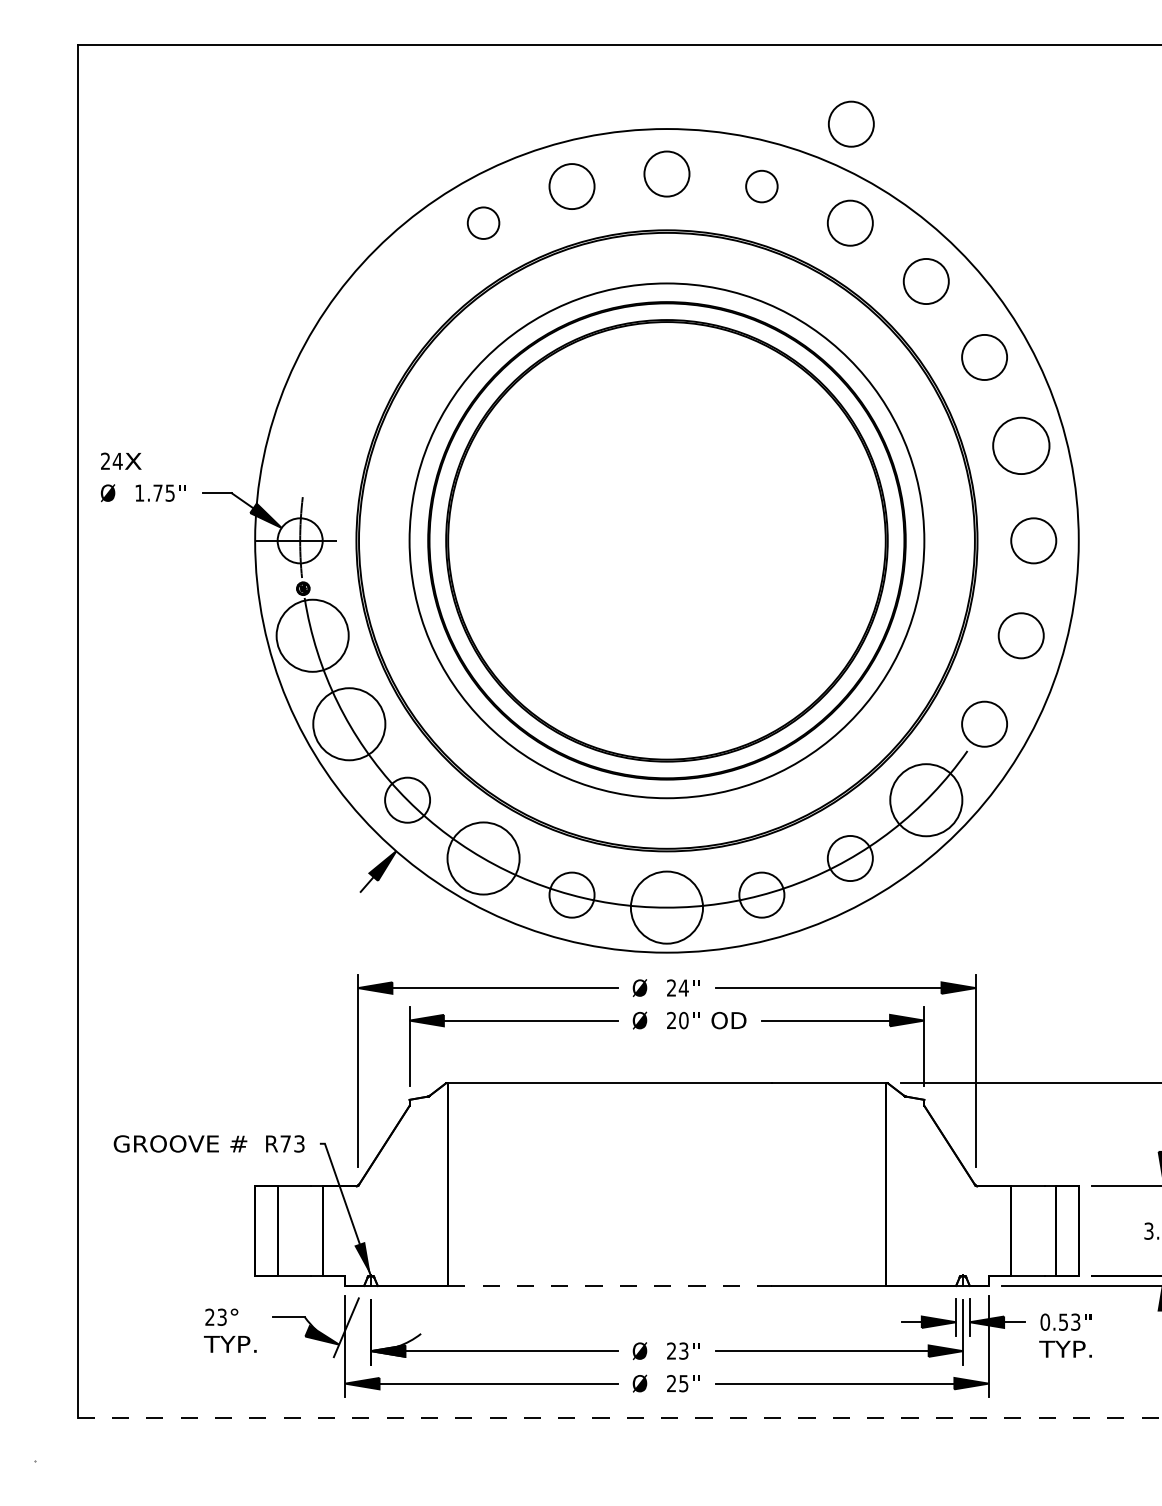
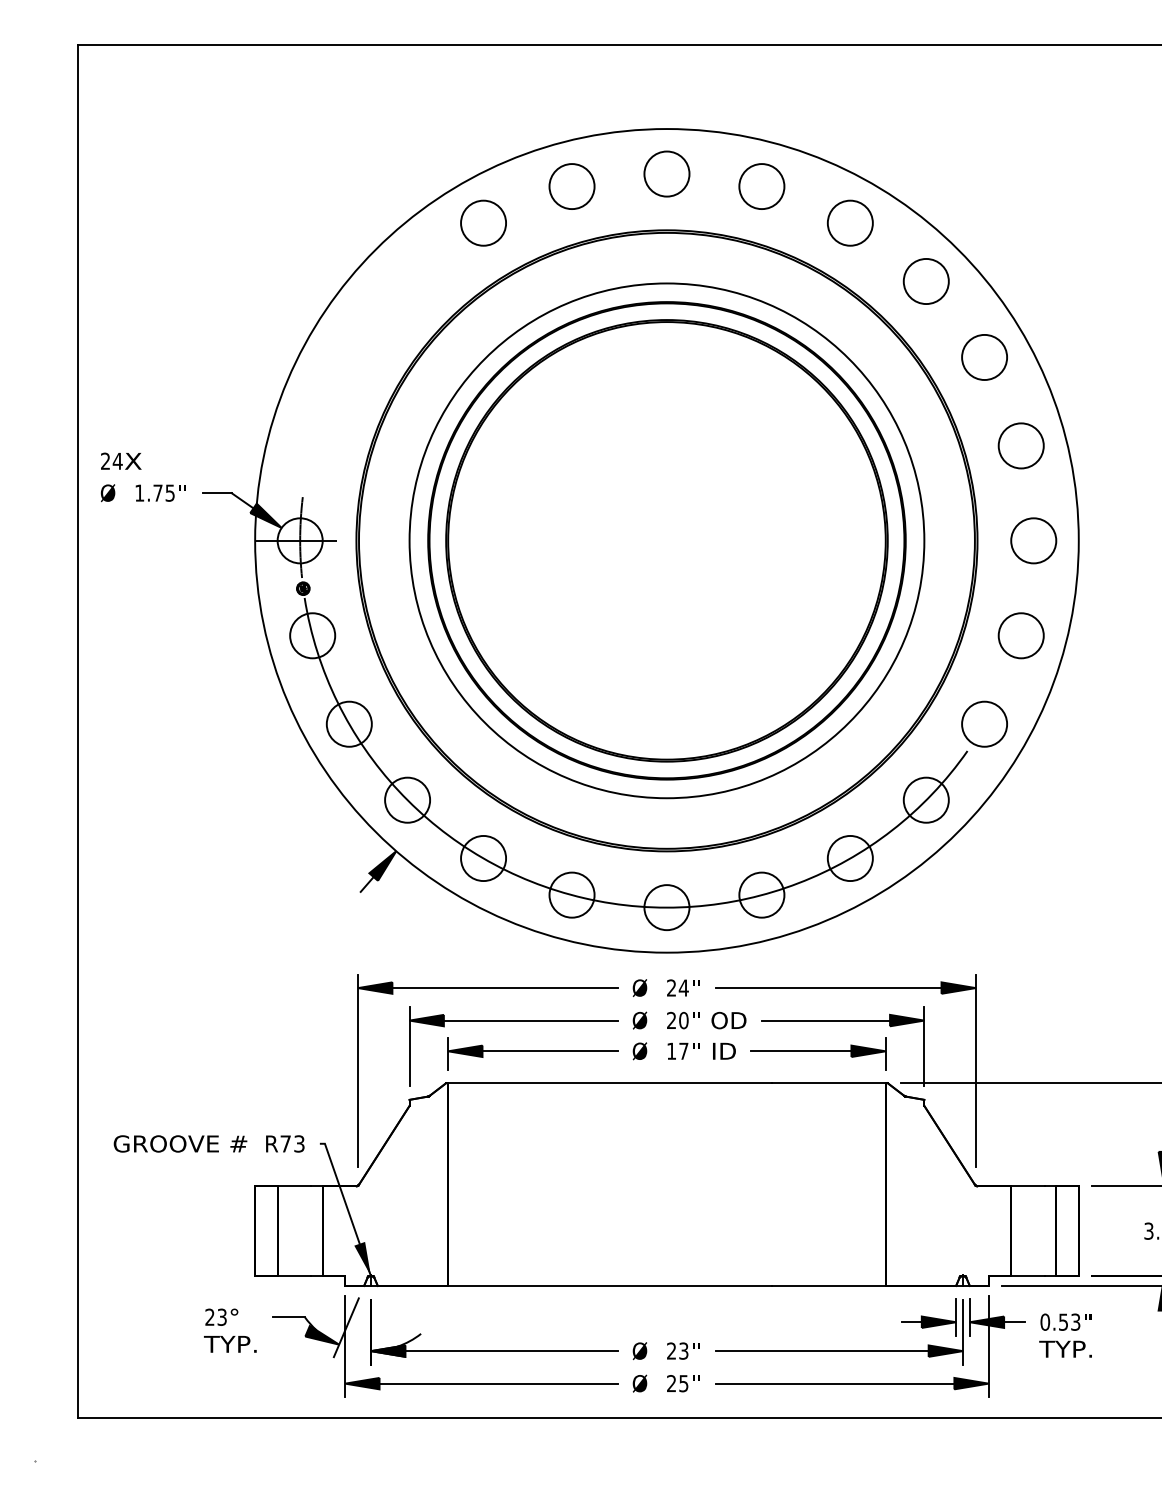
circle at (850, 123): present -> none
circle at (761, 186) diameter: 32 px -> 45 px
circle at (483, 222) diameter: 32 px -> 45 px
circle at (1021, 445) size: 59x59 px -> 48x48 px
circle at (312, 635) diameter: 72 px -> 45 px
circle at (349, 724) diameter: 72 px -> 45 px
circle at (926, 800) diameter: 72 px -> 45 px
circle at (483, 858) diameter: 72 px -> 45 px
circle at (666, 907) diameter: 72 px -> 45 px
part at (666, 1053): none -> present
line at (610, 1285): dashed -> solid
line at (619, 1417): dashed -> solid
